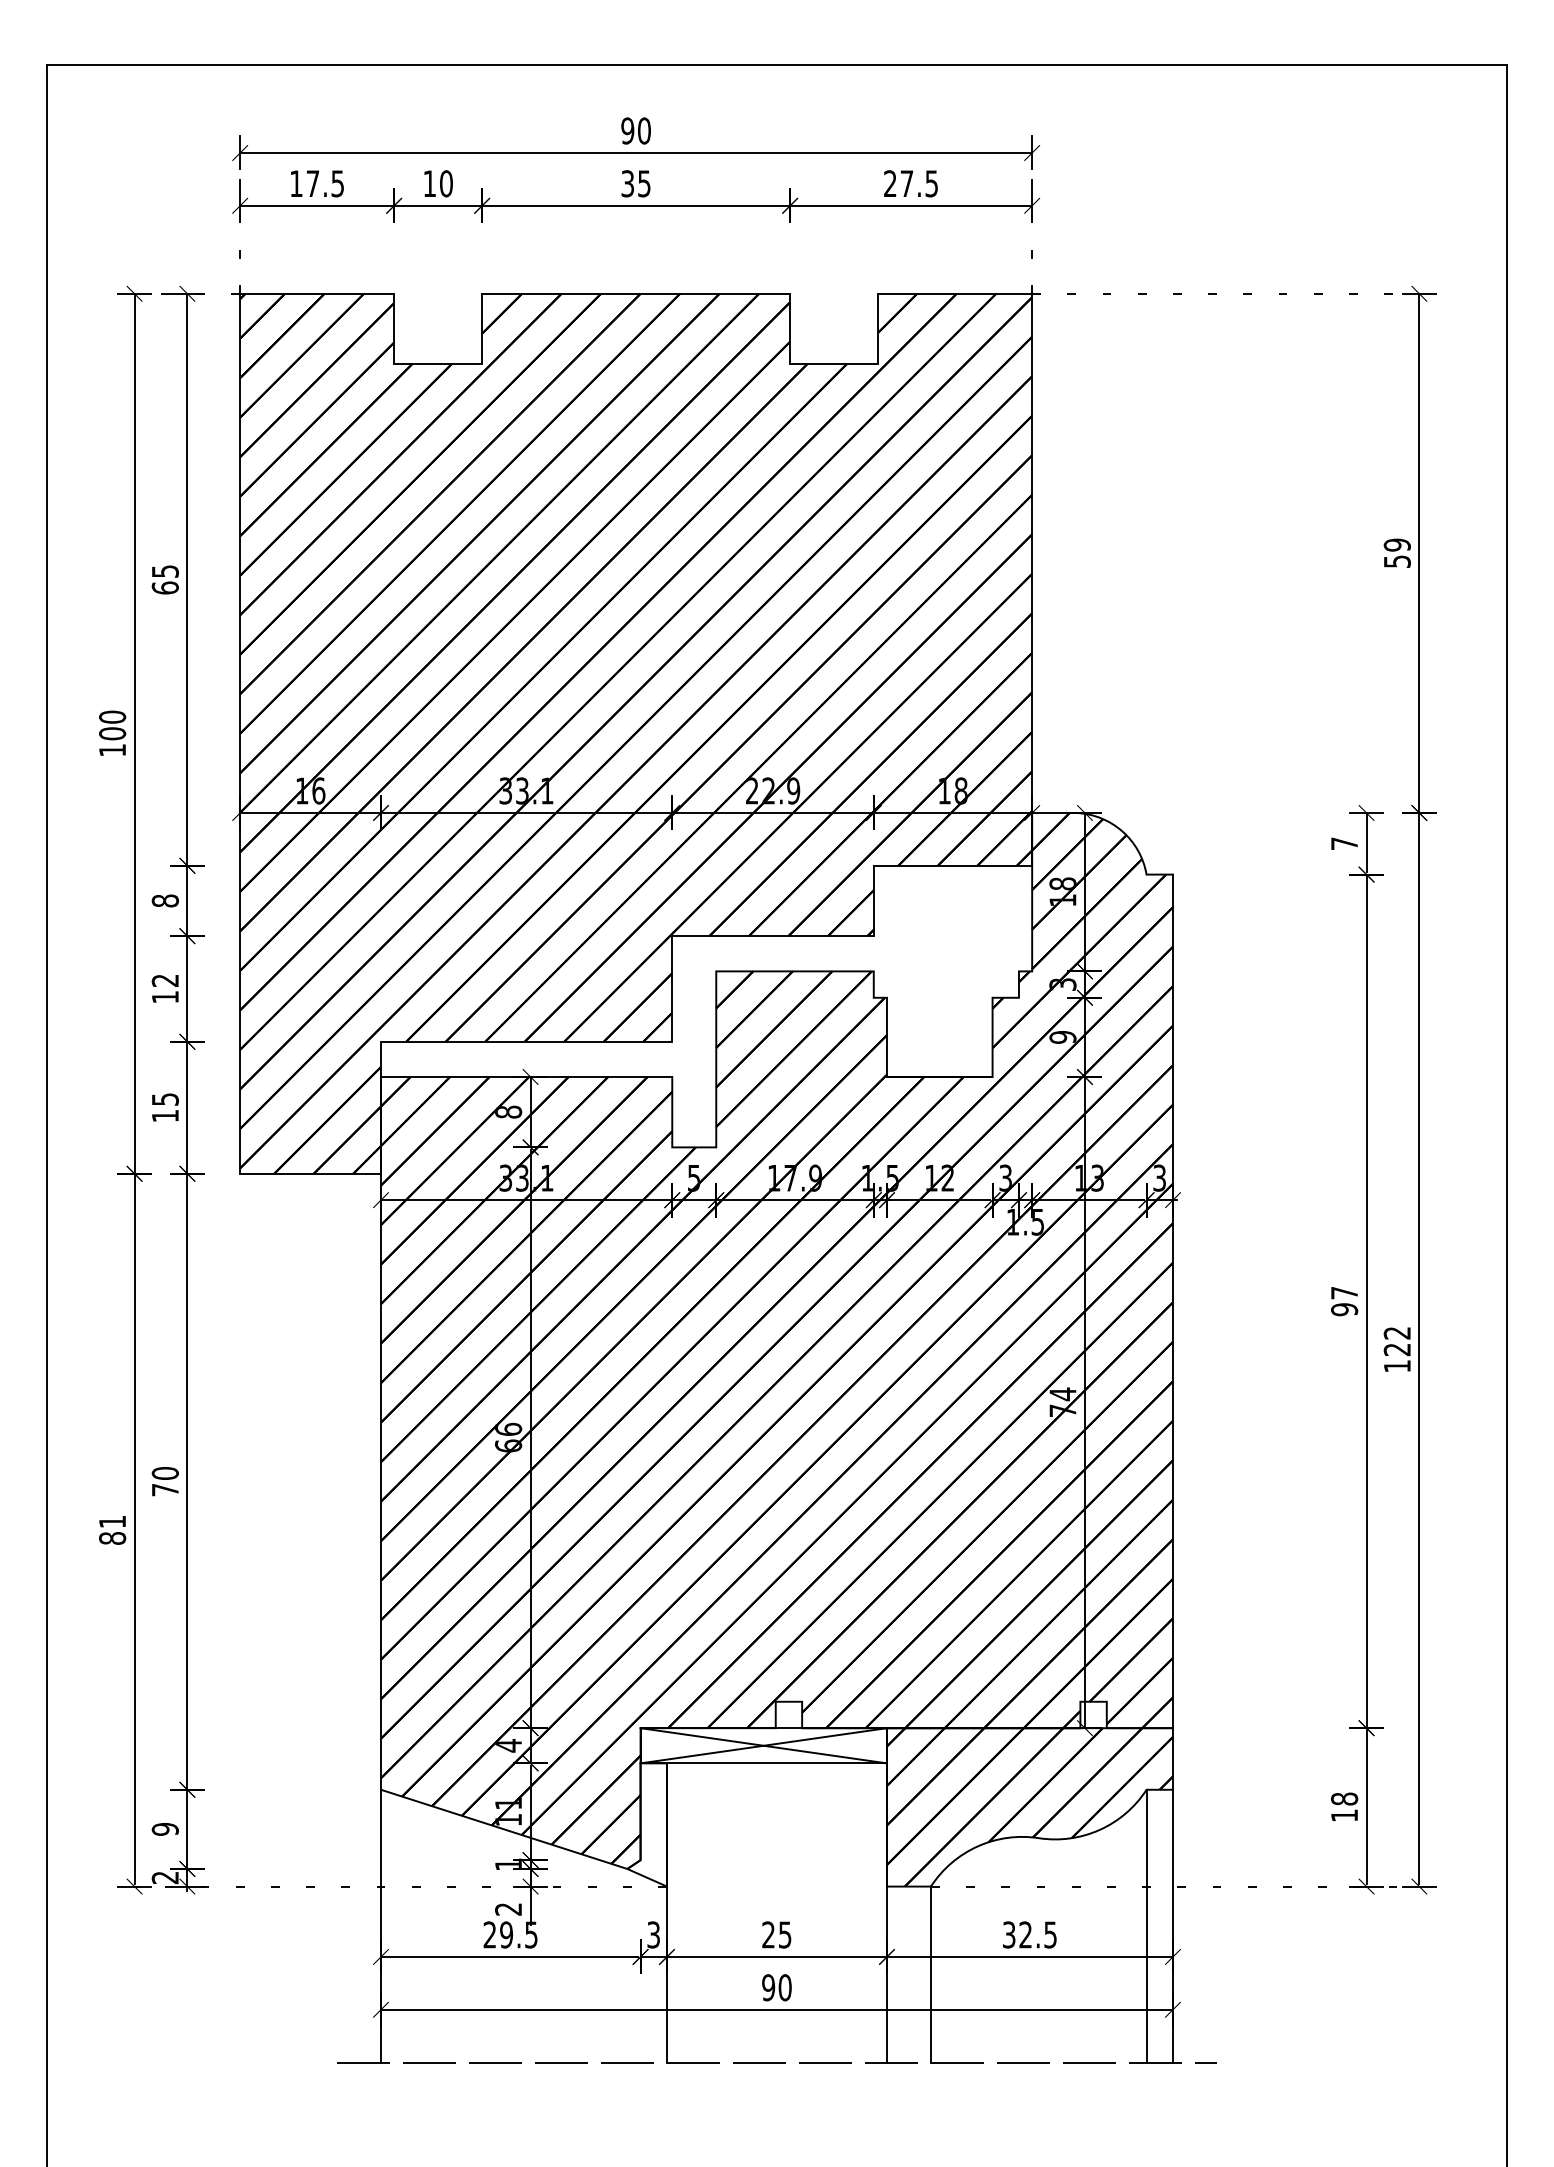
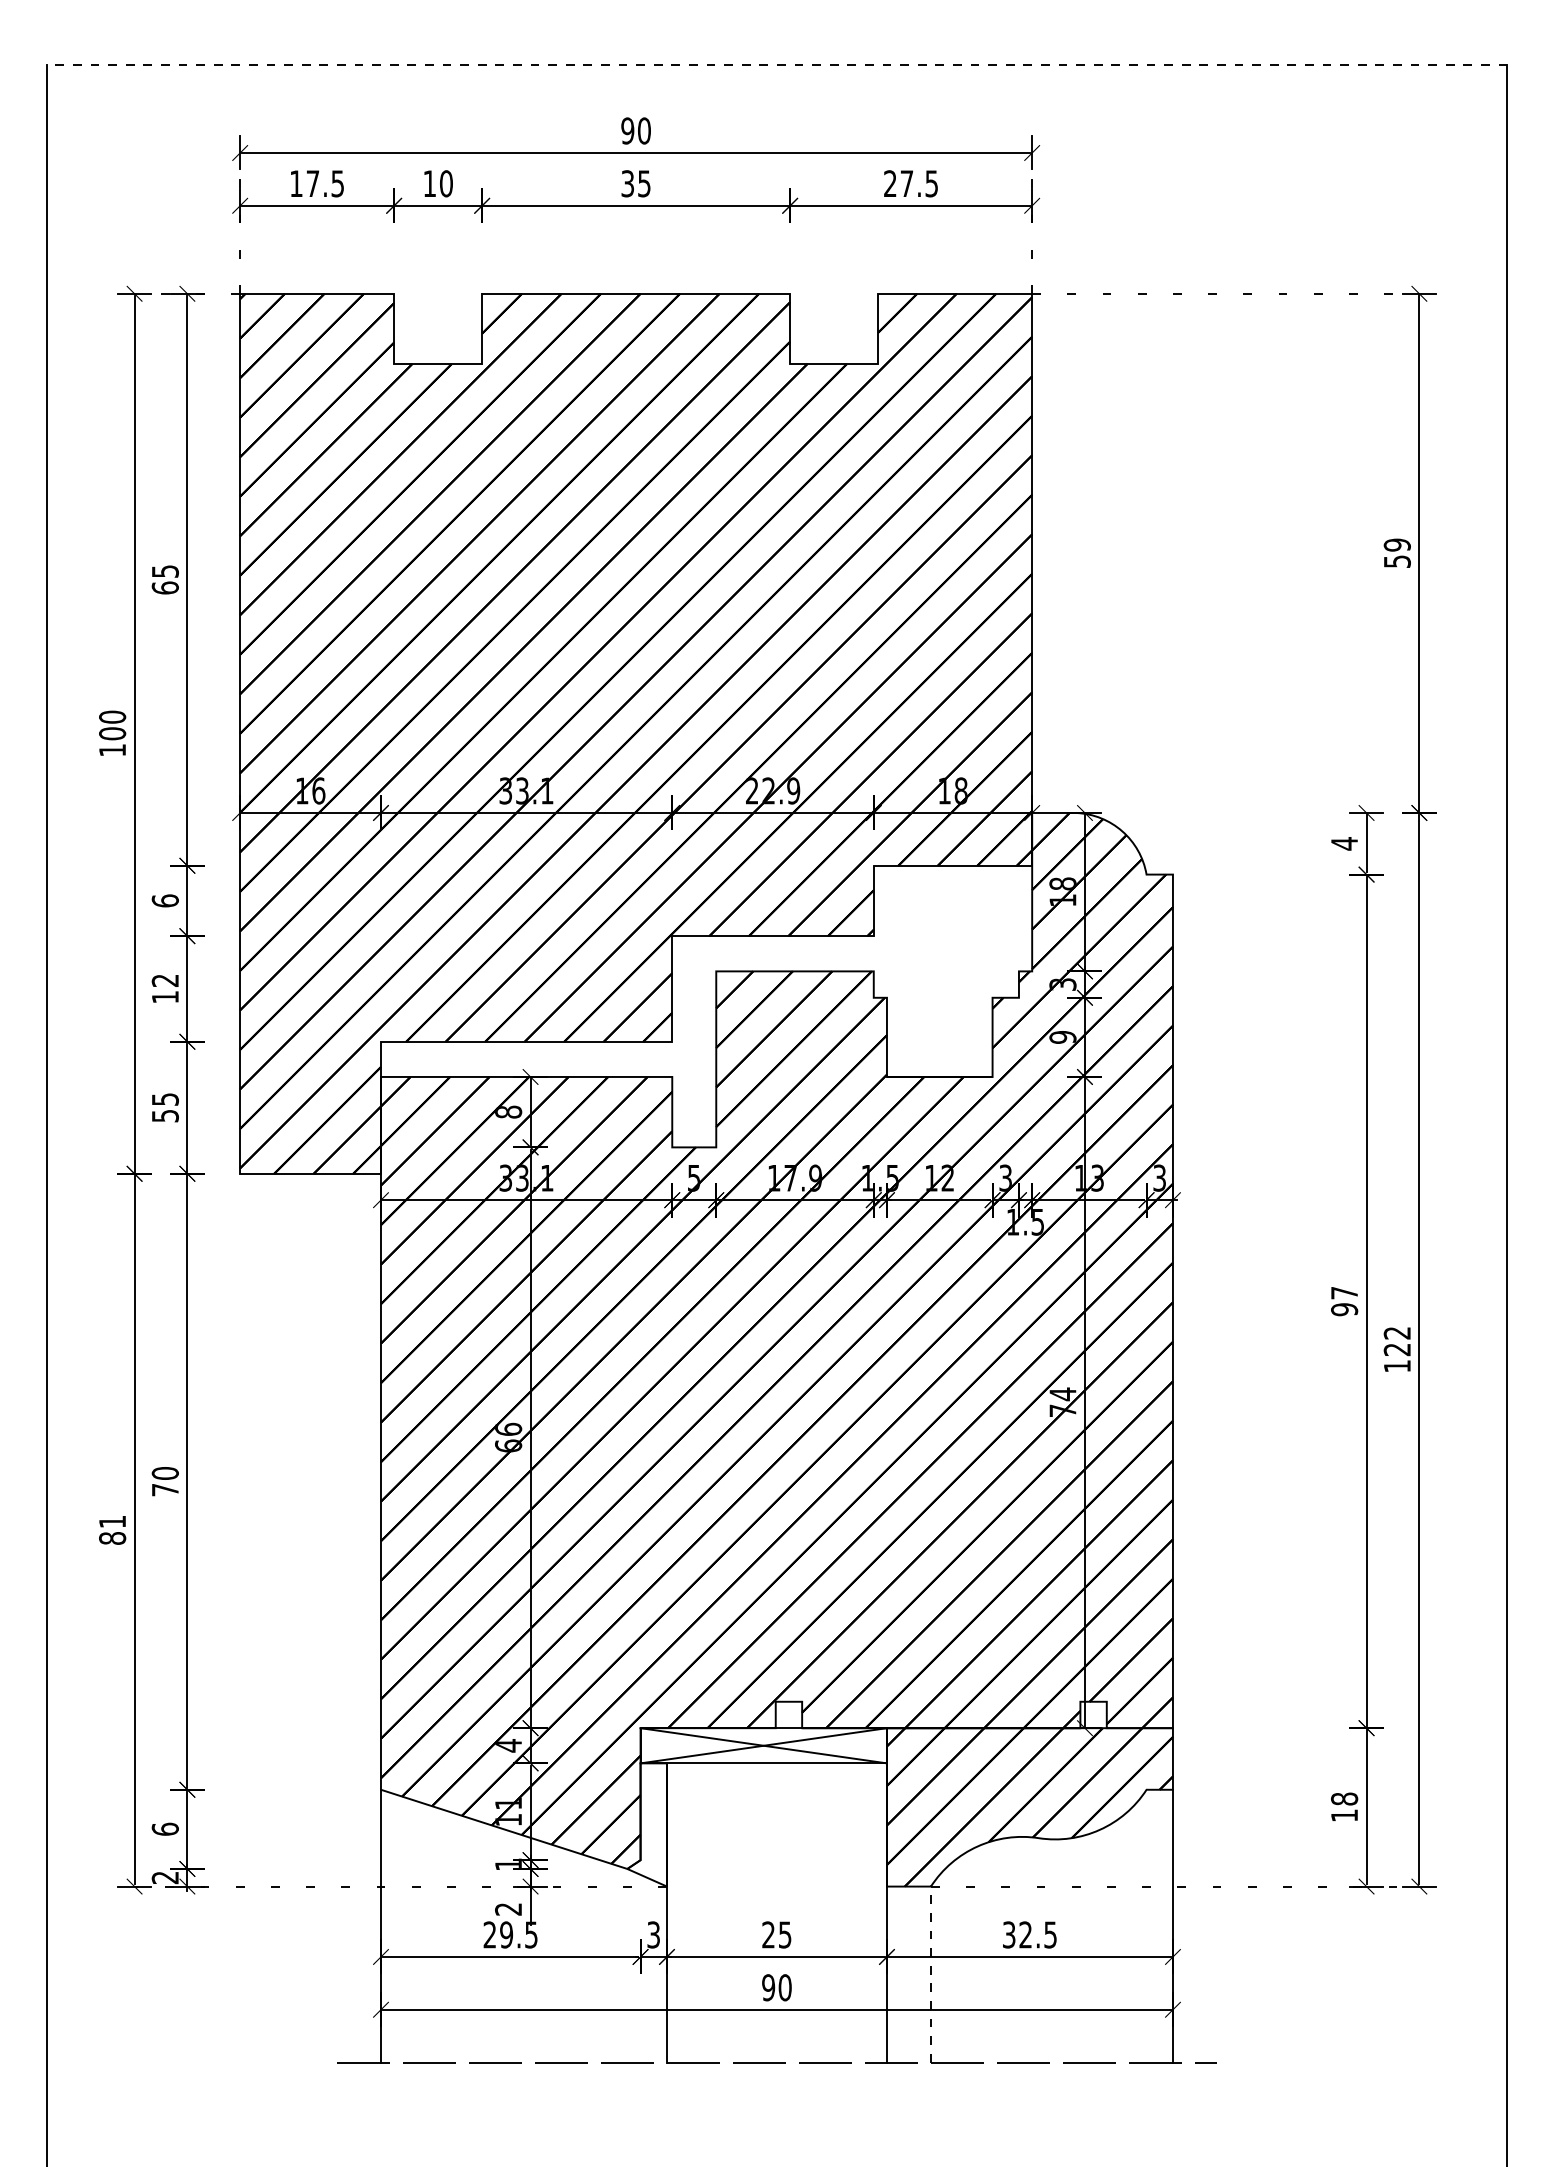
line at (776, 65): solid -> dashed
text at (1344, 843): 7 -> 4
text at (164, 900): 8 -> 6
text at (165, 1116): 15 -> 55
text at (164, 1828): 9 -> 6
line at (1146, 1925): present -> none
line at (931, 1974): solid -> dashed
